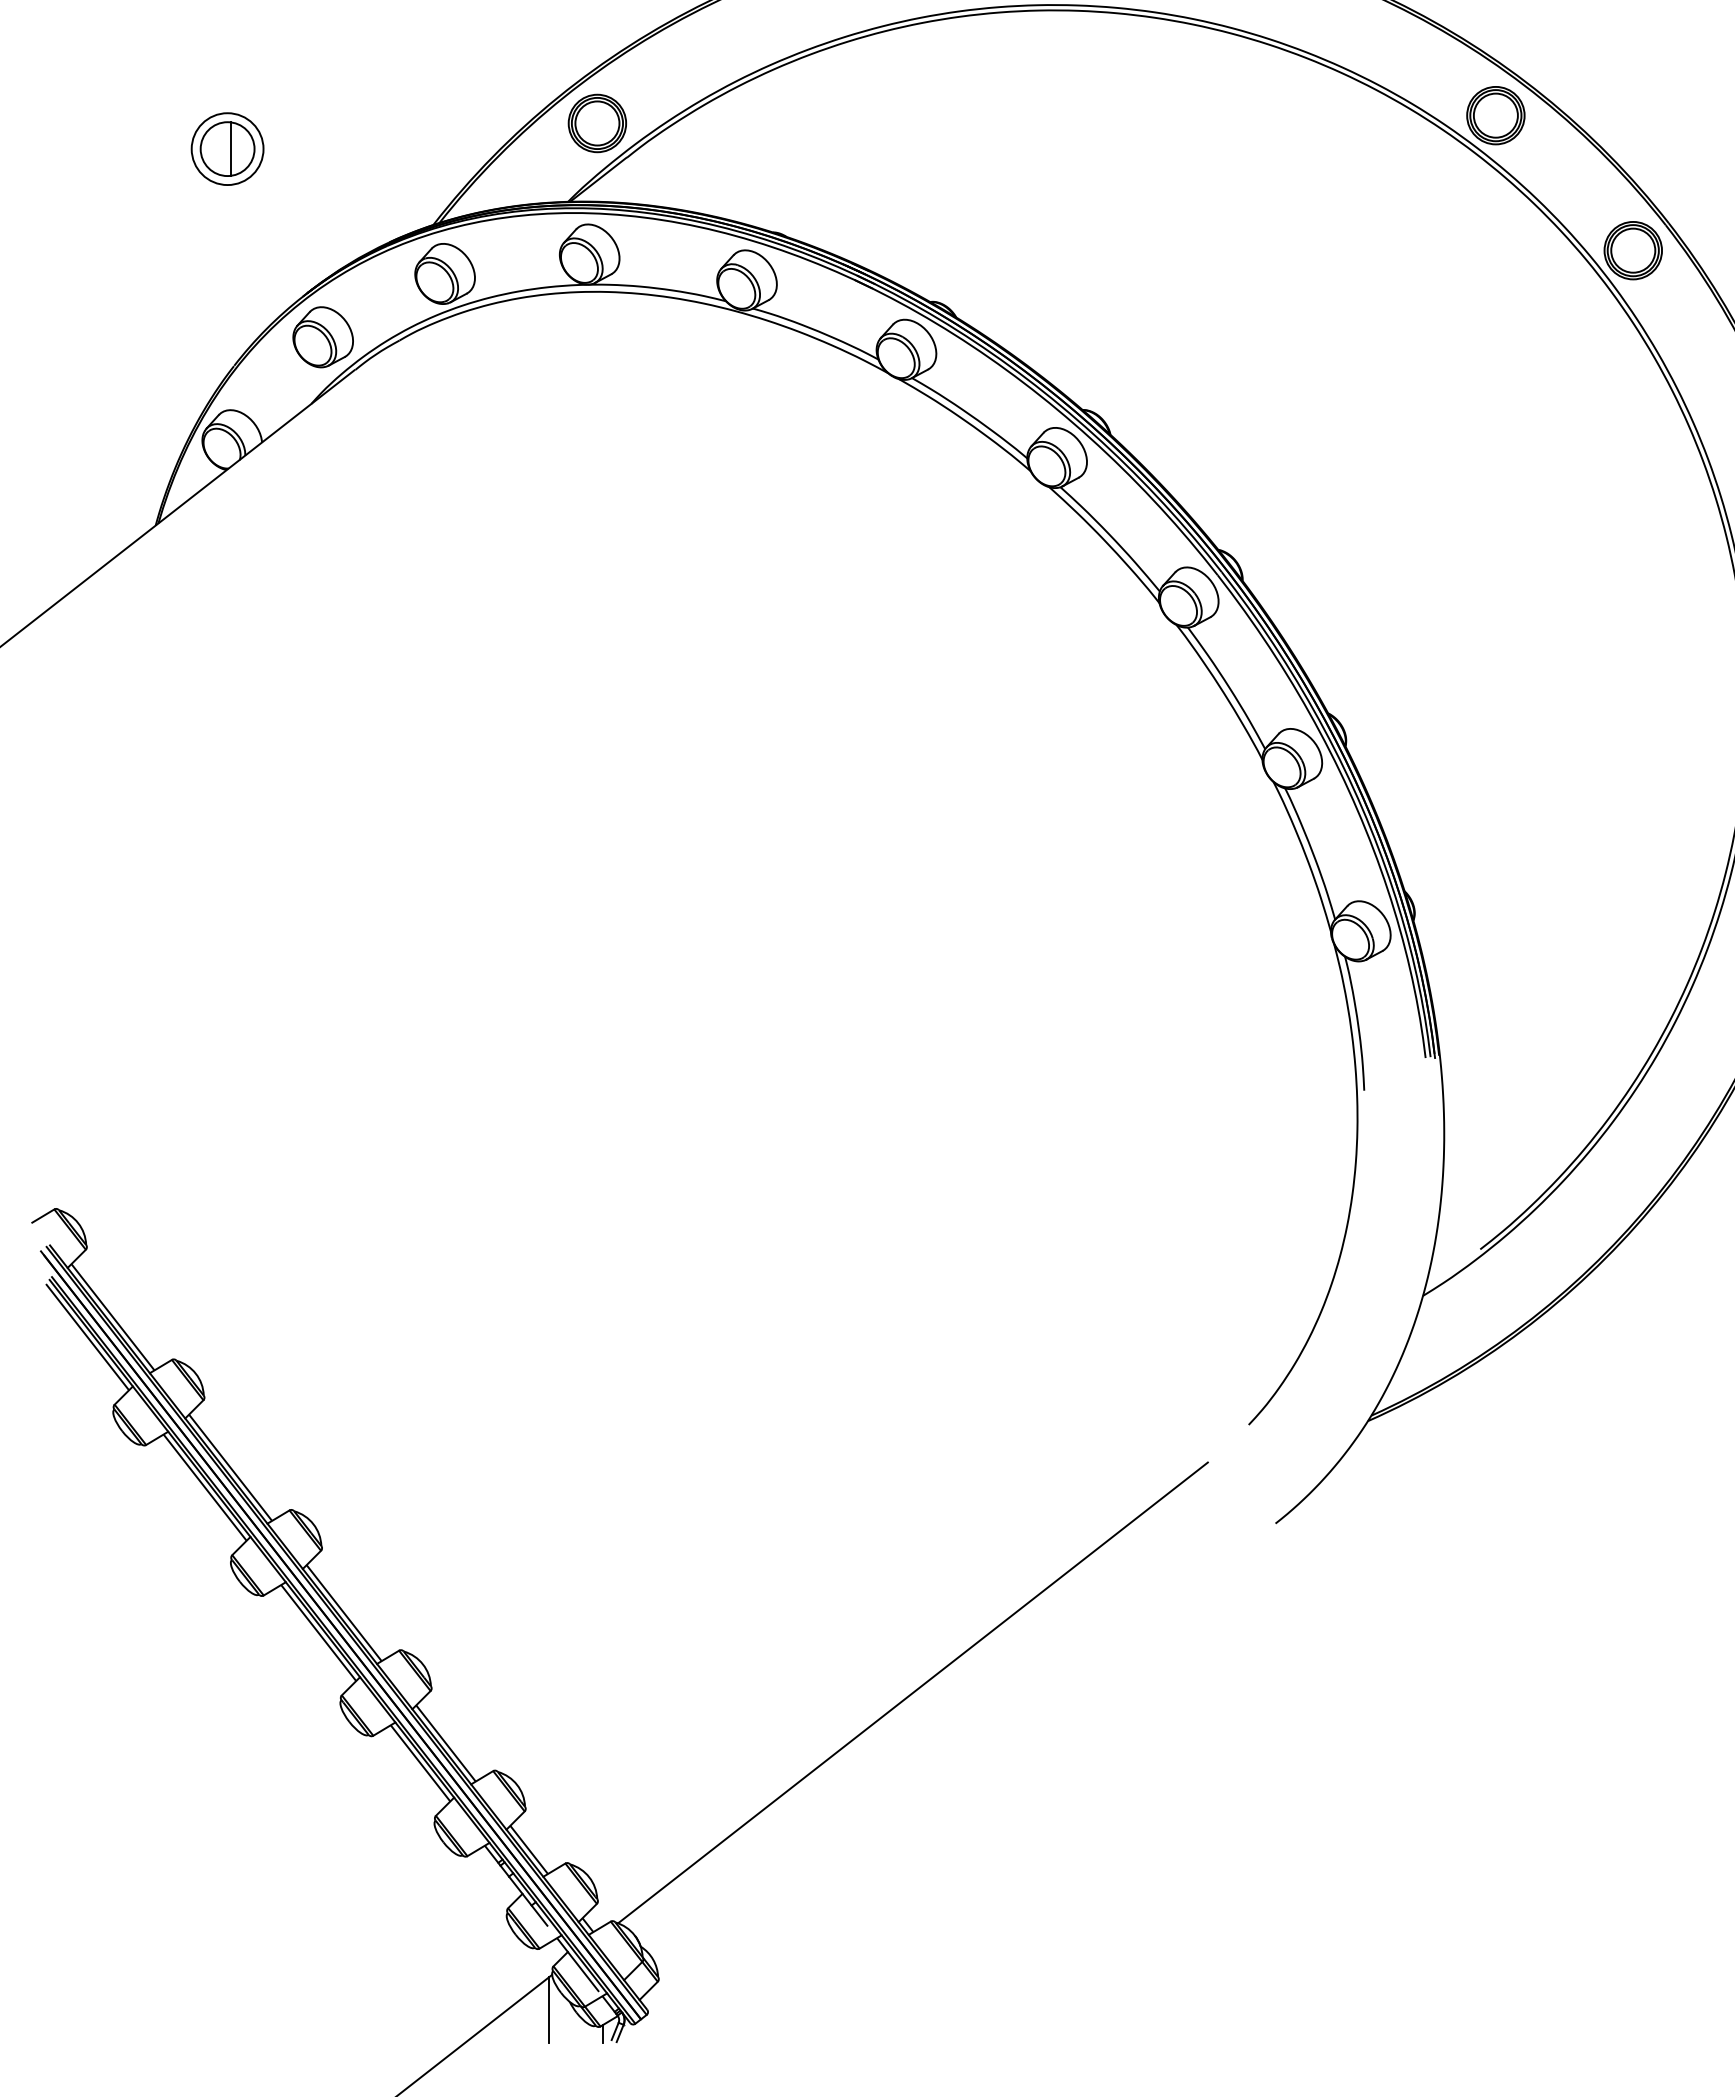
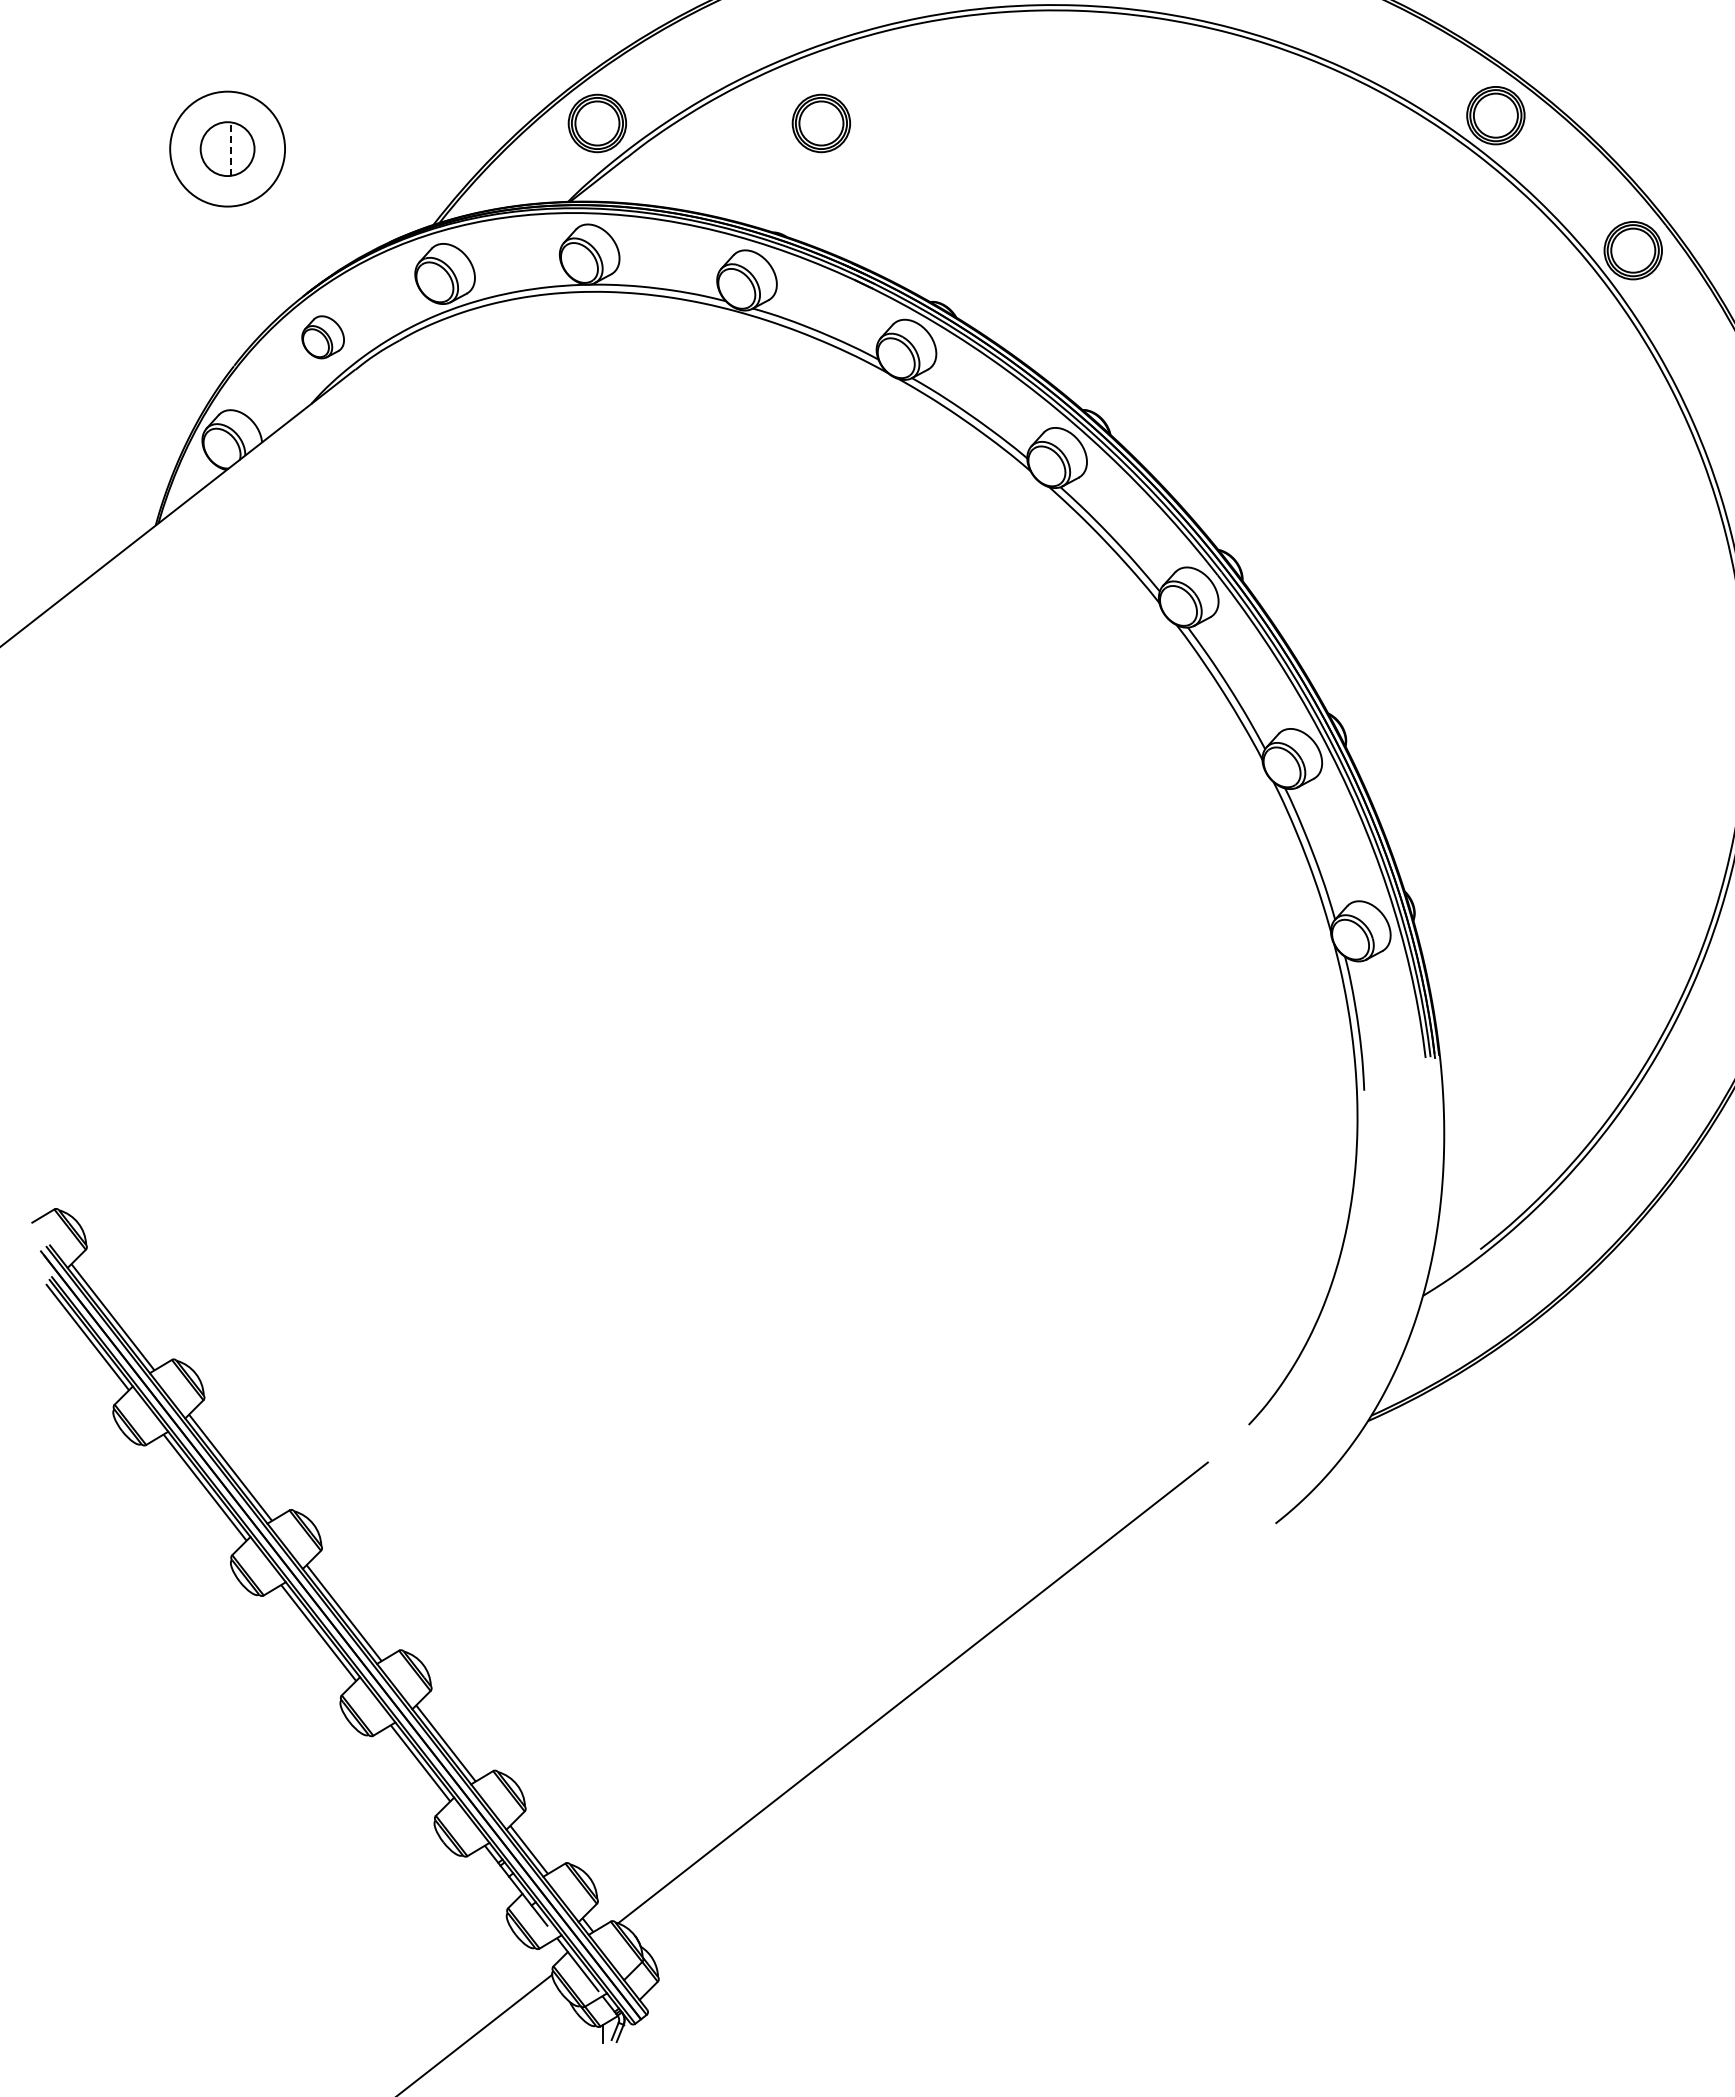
part at (821, 123): none -> present
circle at (227, 149) diameter: 72 px -> 115 px
line at (230, 149): solid -> dashed
part at (322, 337) size: 62x63 px -> 44x45 px
line at (549, 2009): present -> none
